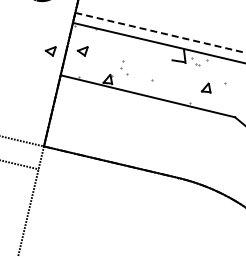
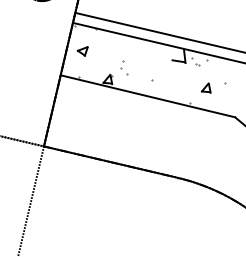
line at (160, 32): dashed -> solid
part at (50, 51): present -> none
line at (20, 164) position: (20, 164) -> (22, 141)
